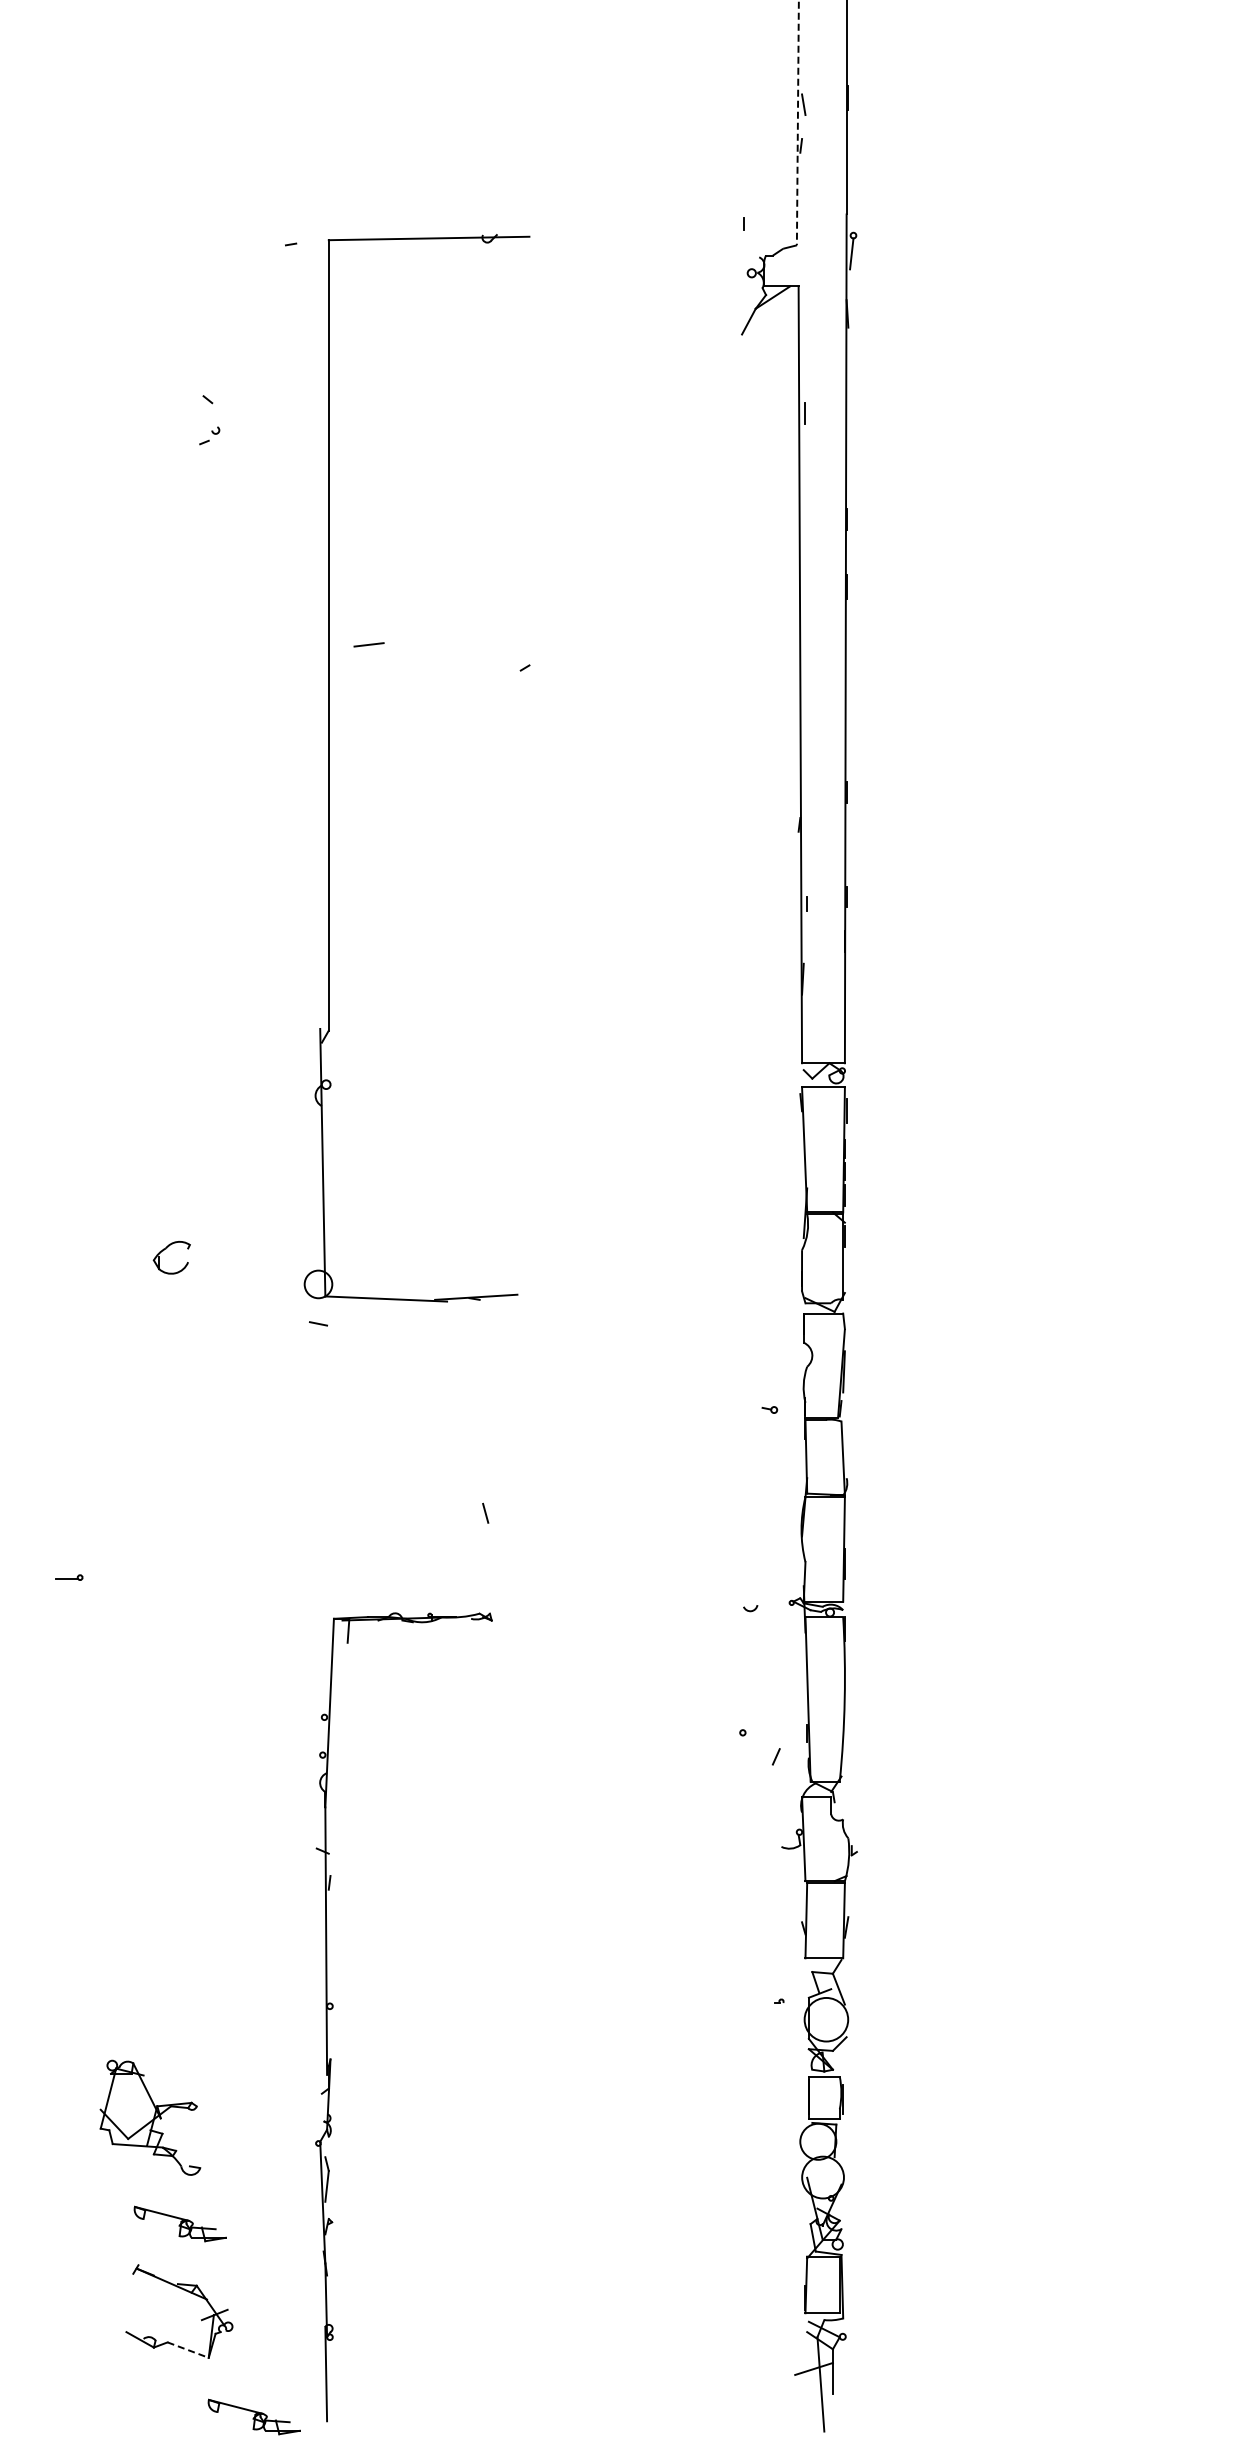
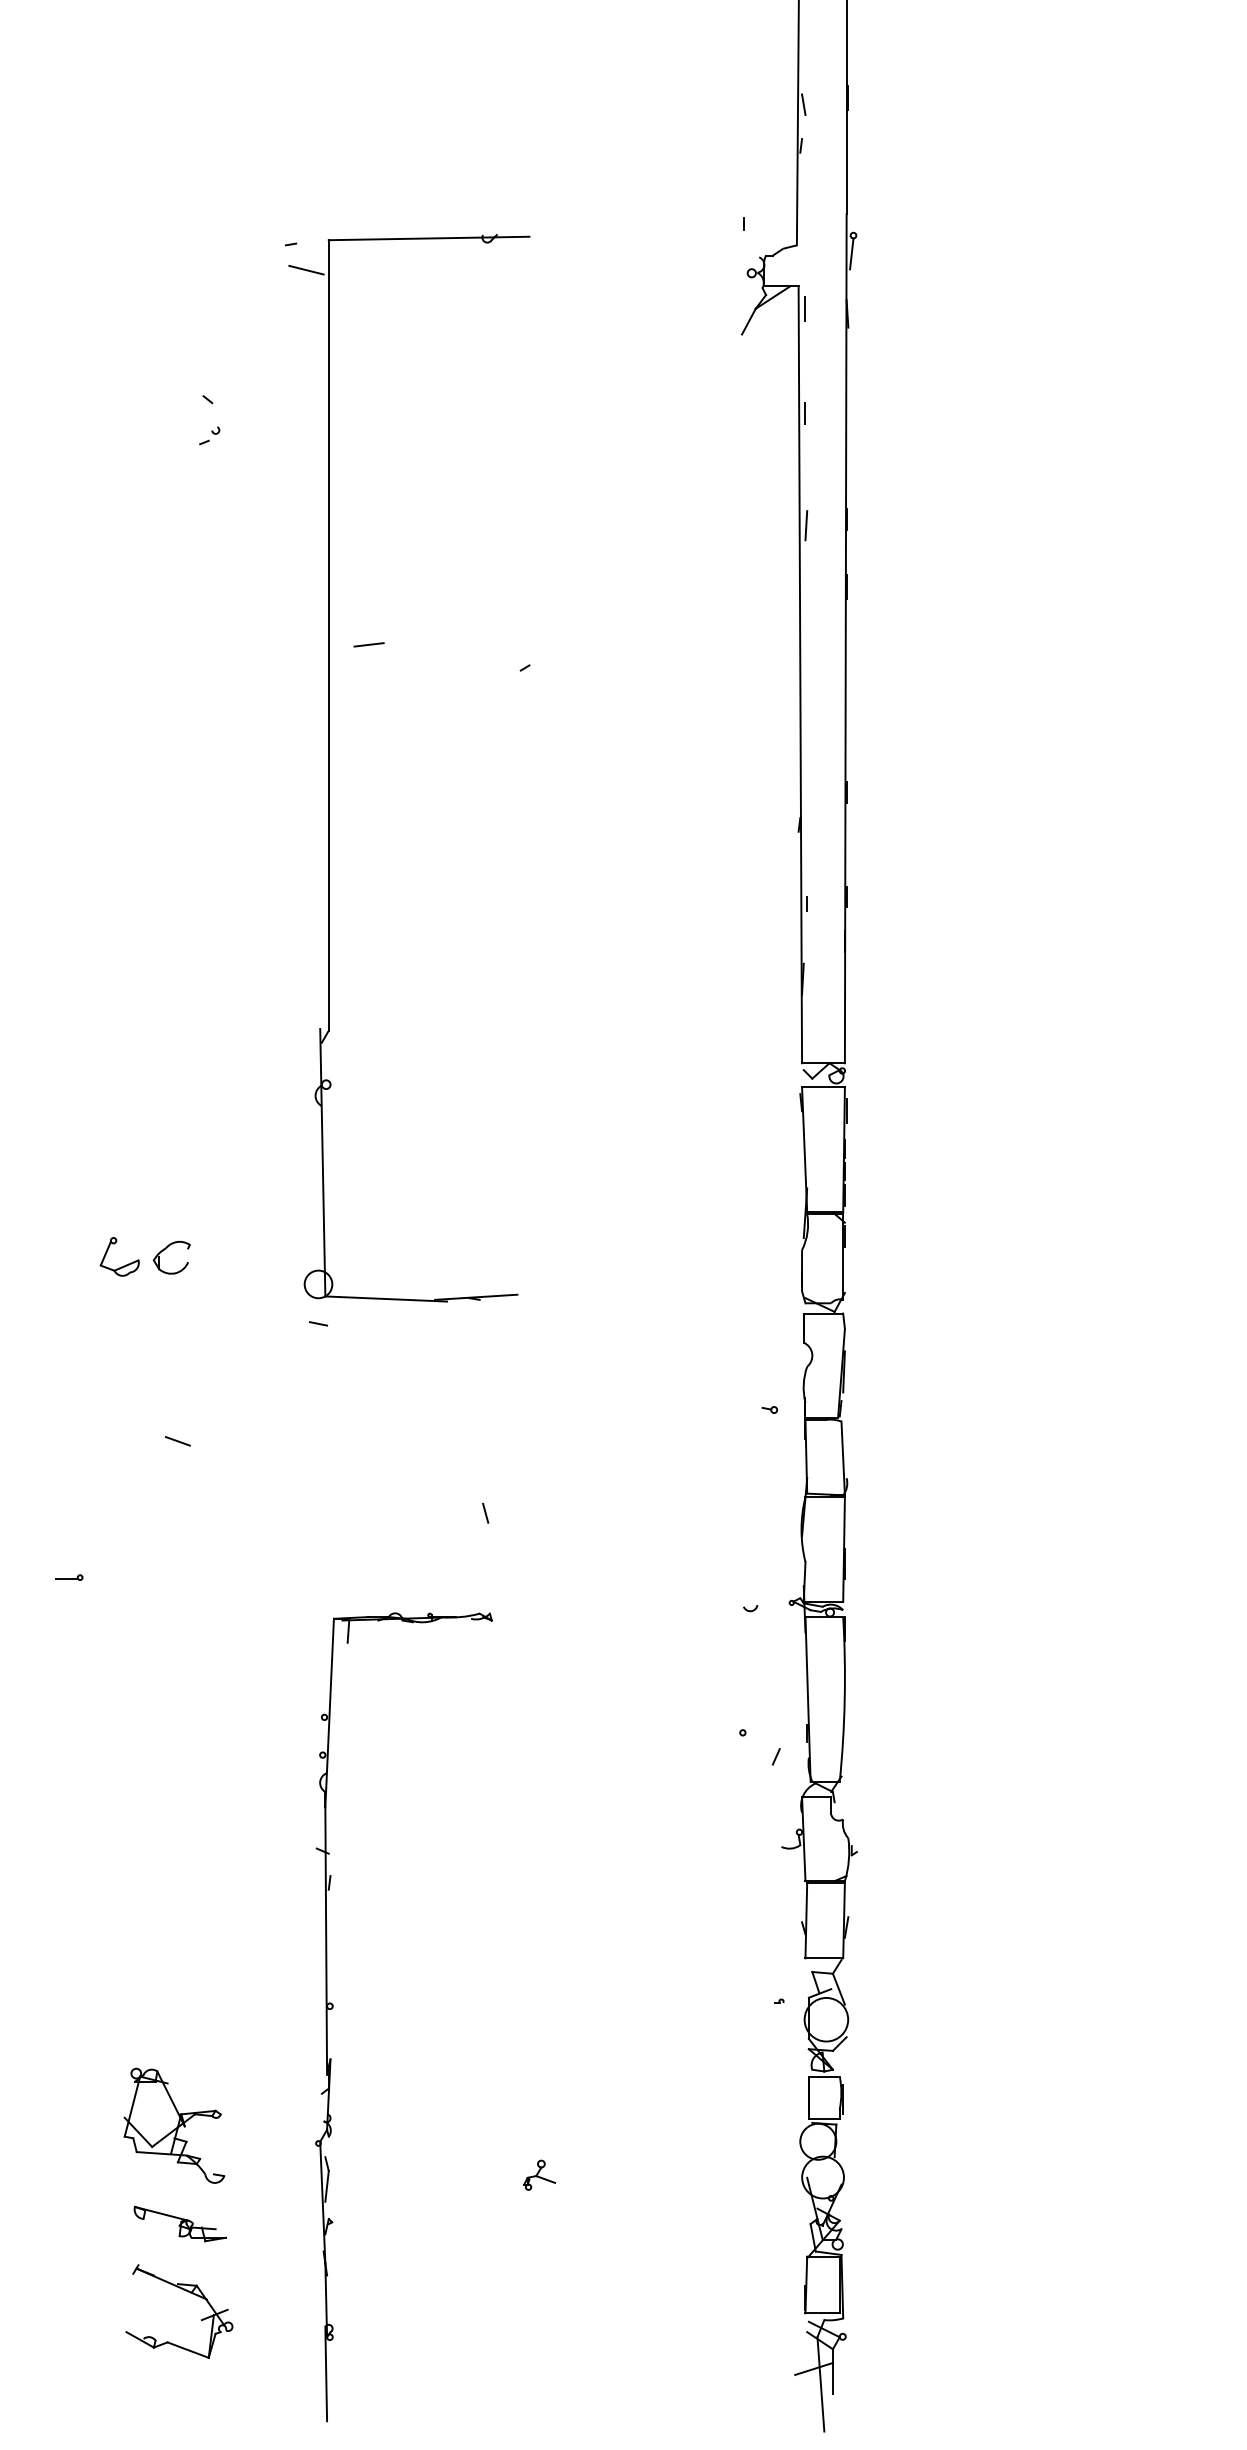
line at (797, 123): dashed -> solid
line at (306, 269): none -> present
line at (805, 308): none -> present
line at (806, 525): none -> present
part at (123, 1265): none -> present
line at (177, 1441): none -> present
part at (150, 2117) position: (150, 2117) -> (174, 2125)
part at (539, 2174): none -> present
line at (188, 2350): dashed -> solid
part at (253, 2416): present -> none
